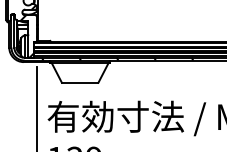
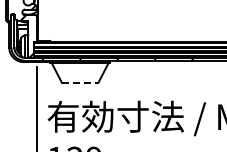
line at (80, 82): solid -> dashed
